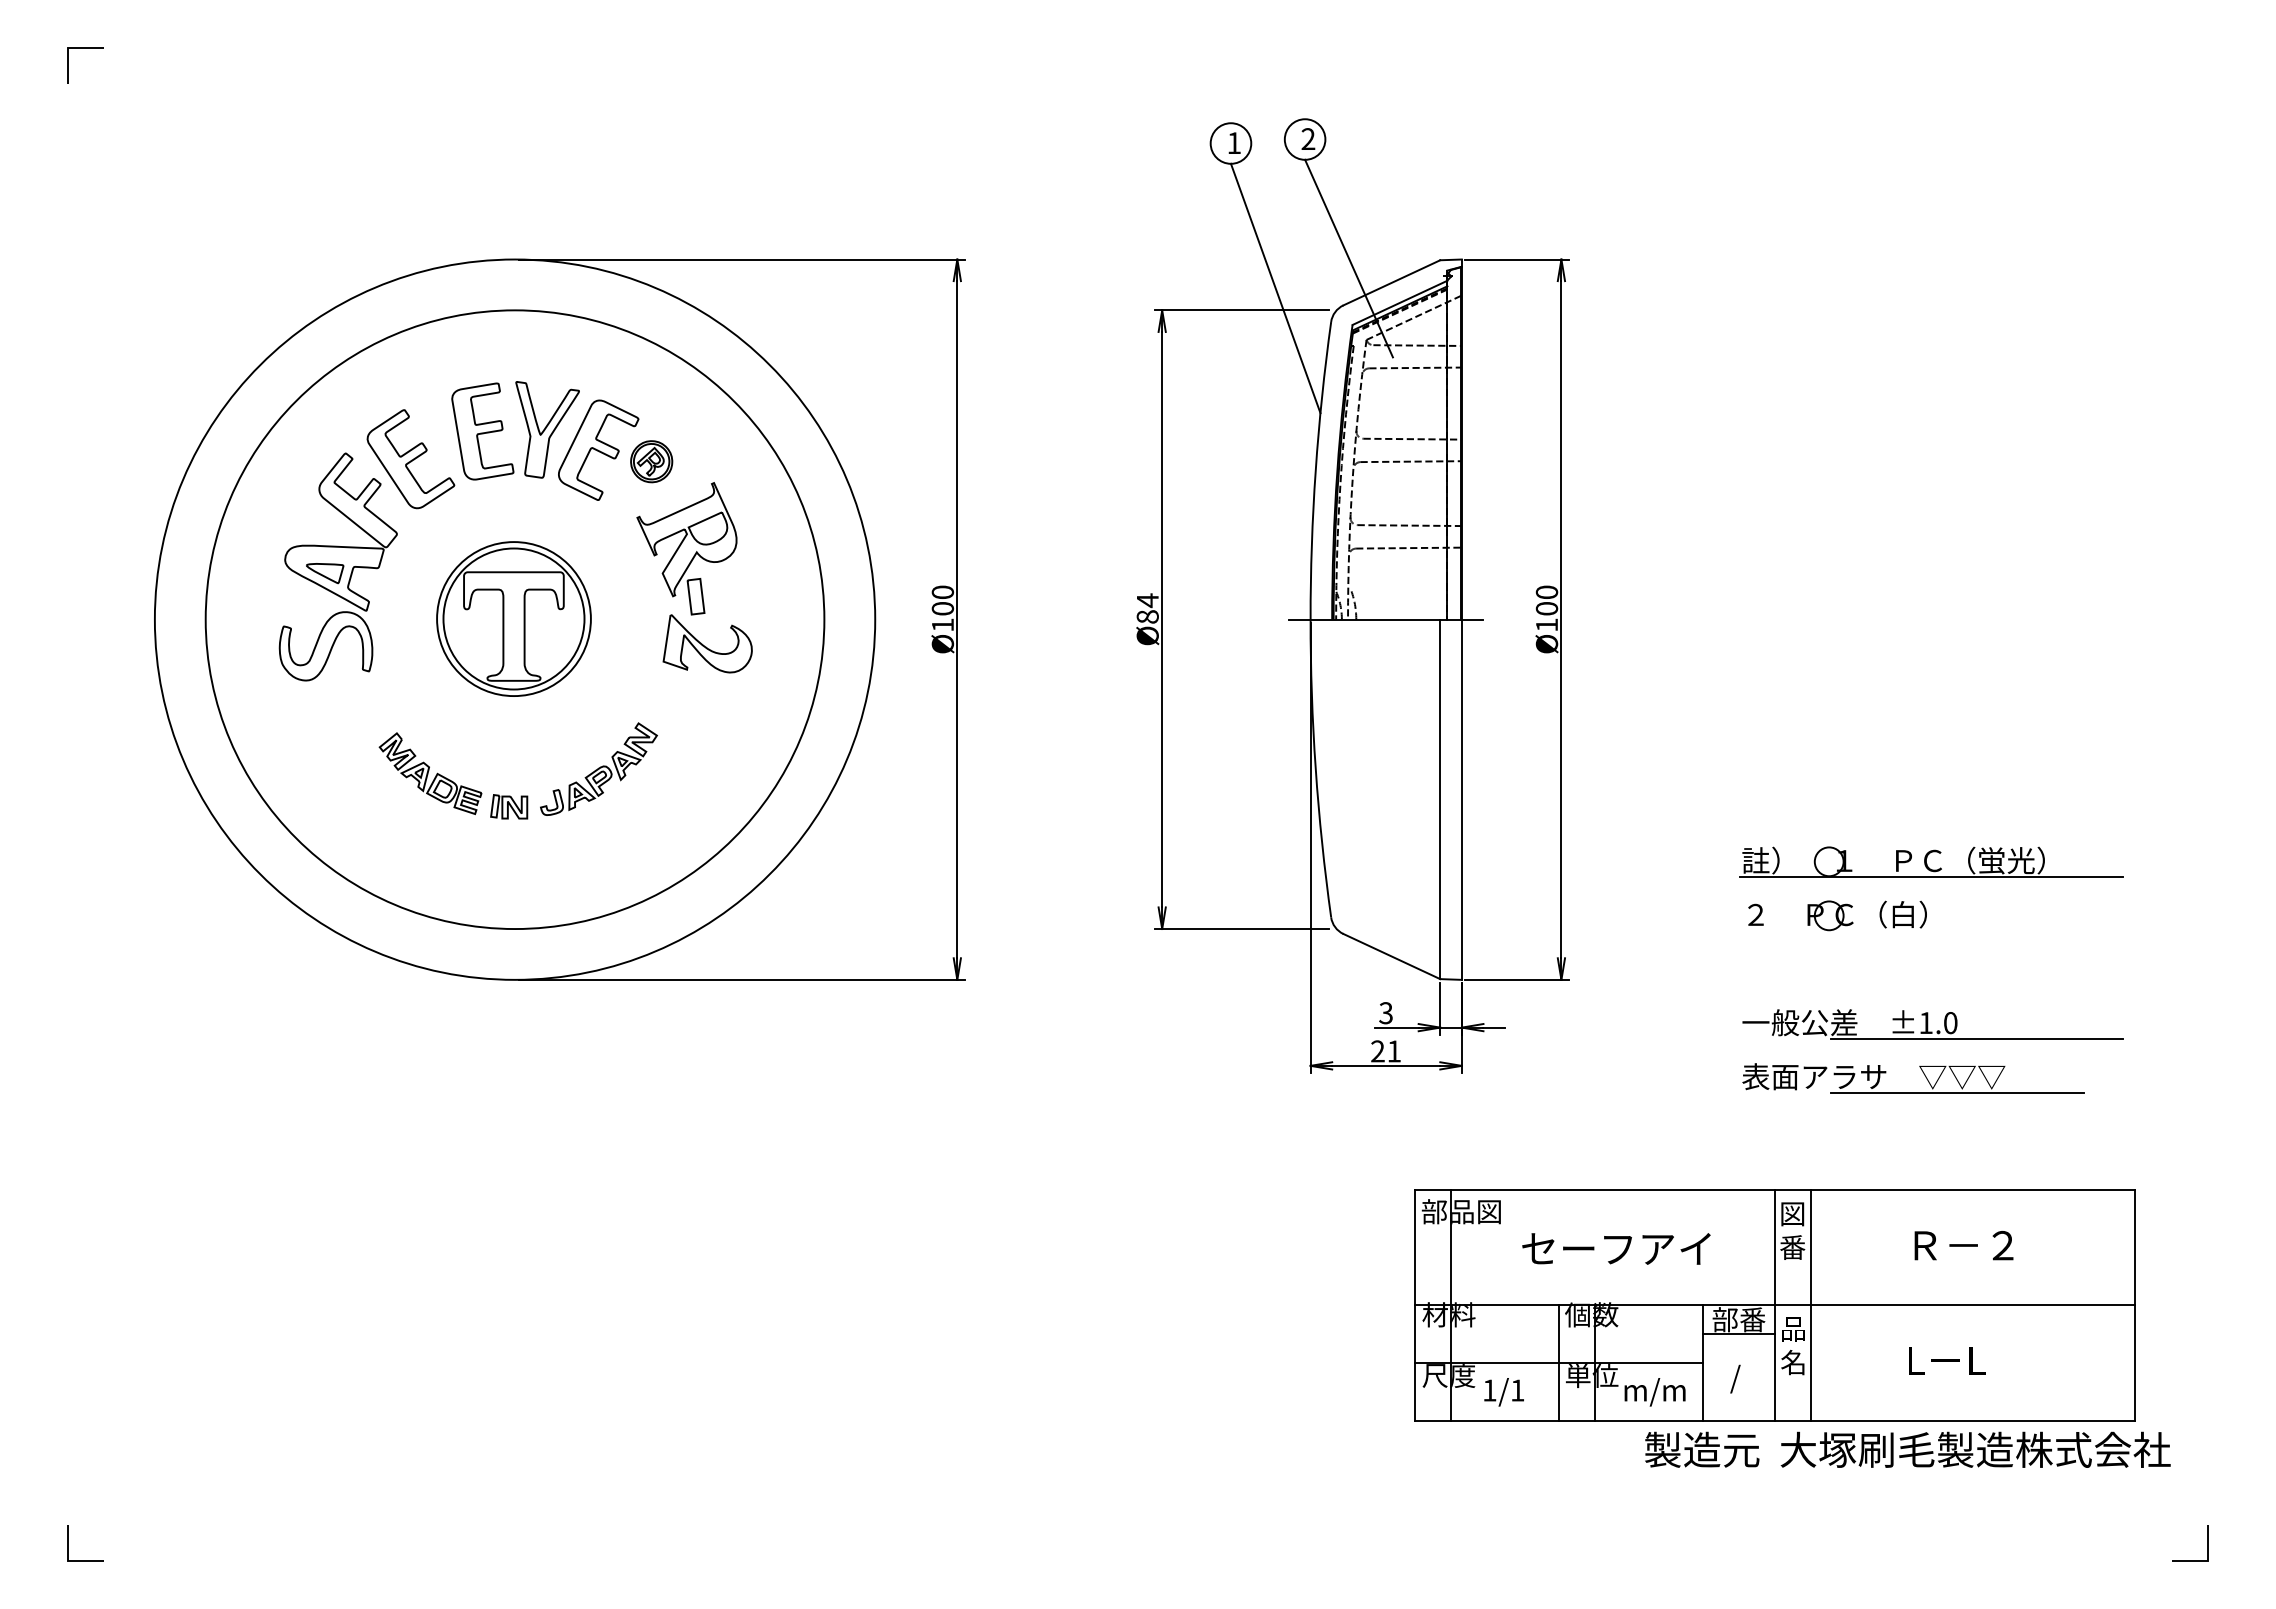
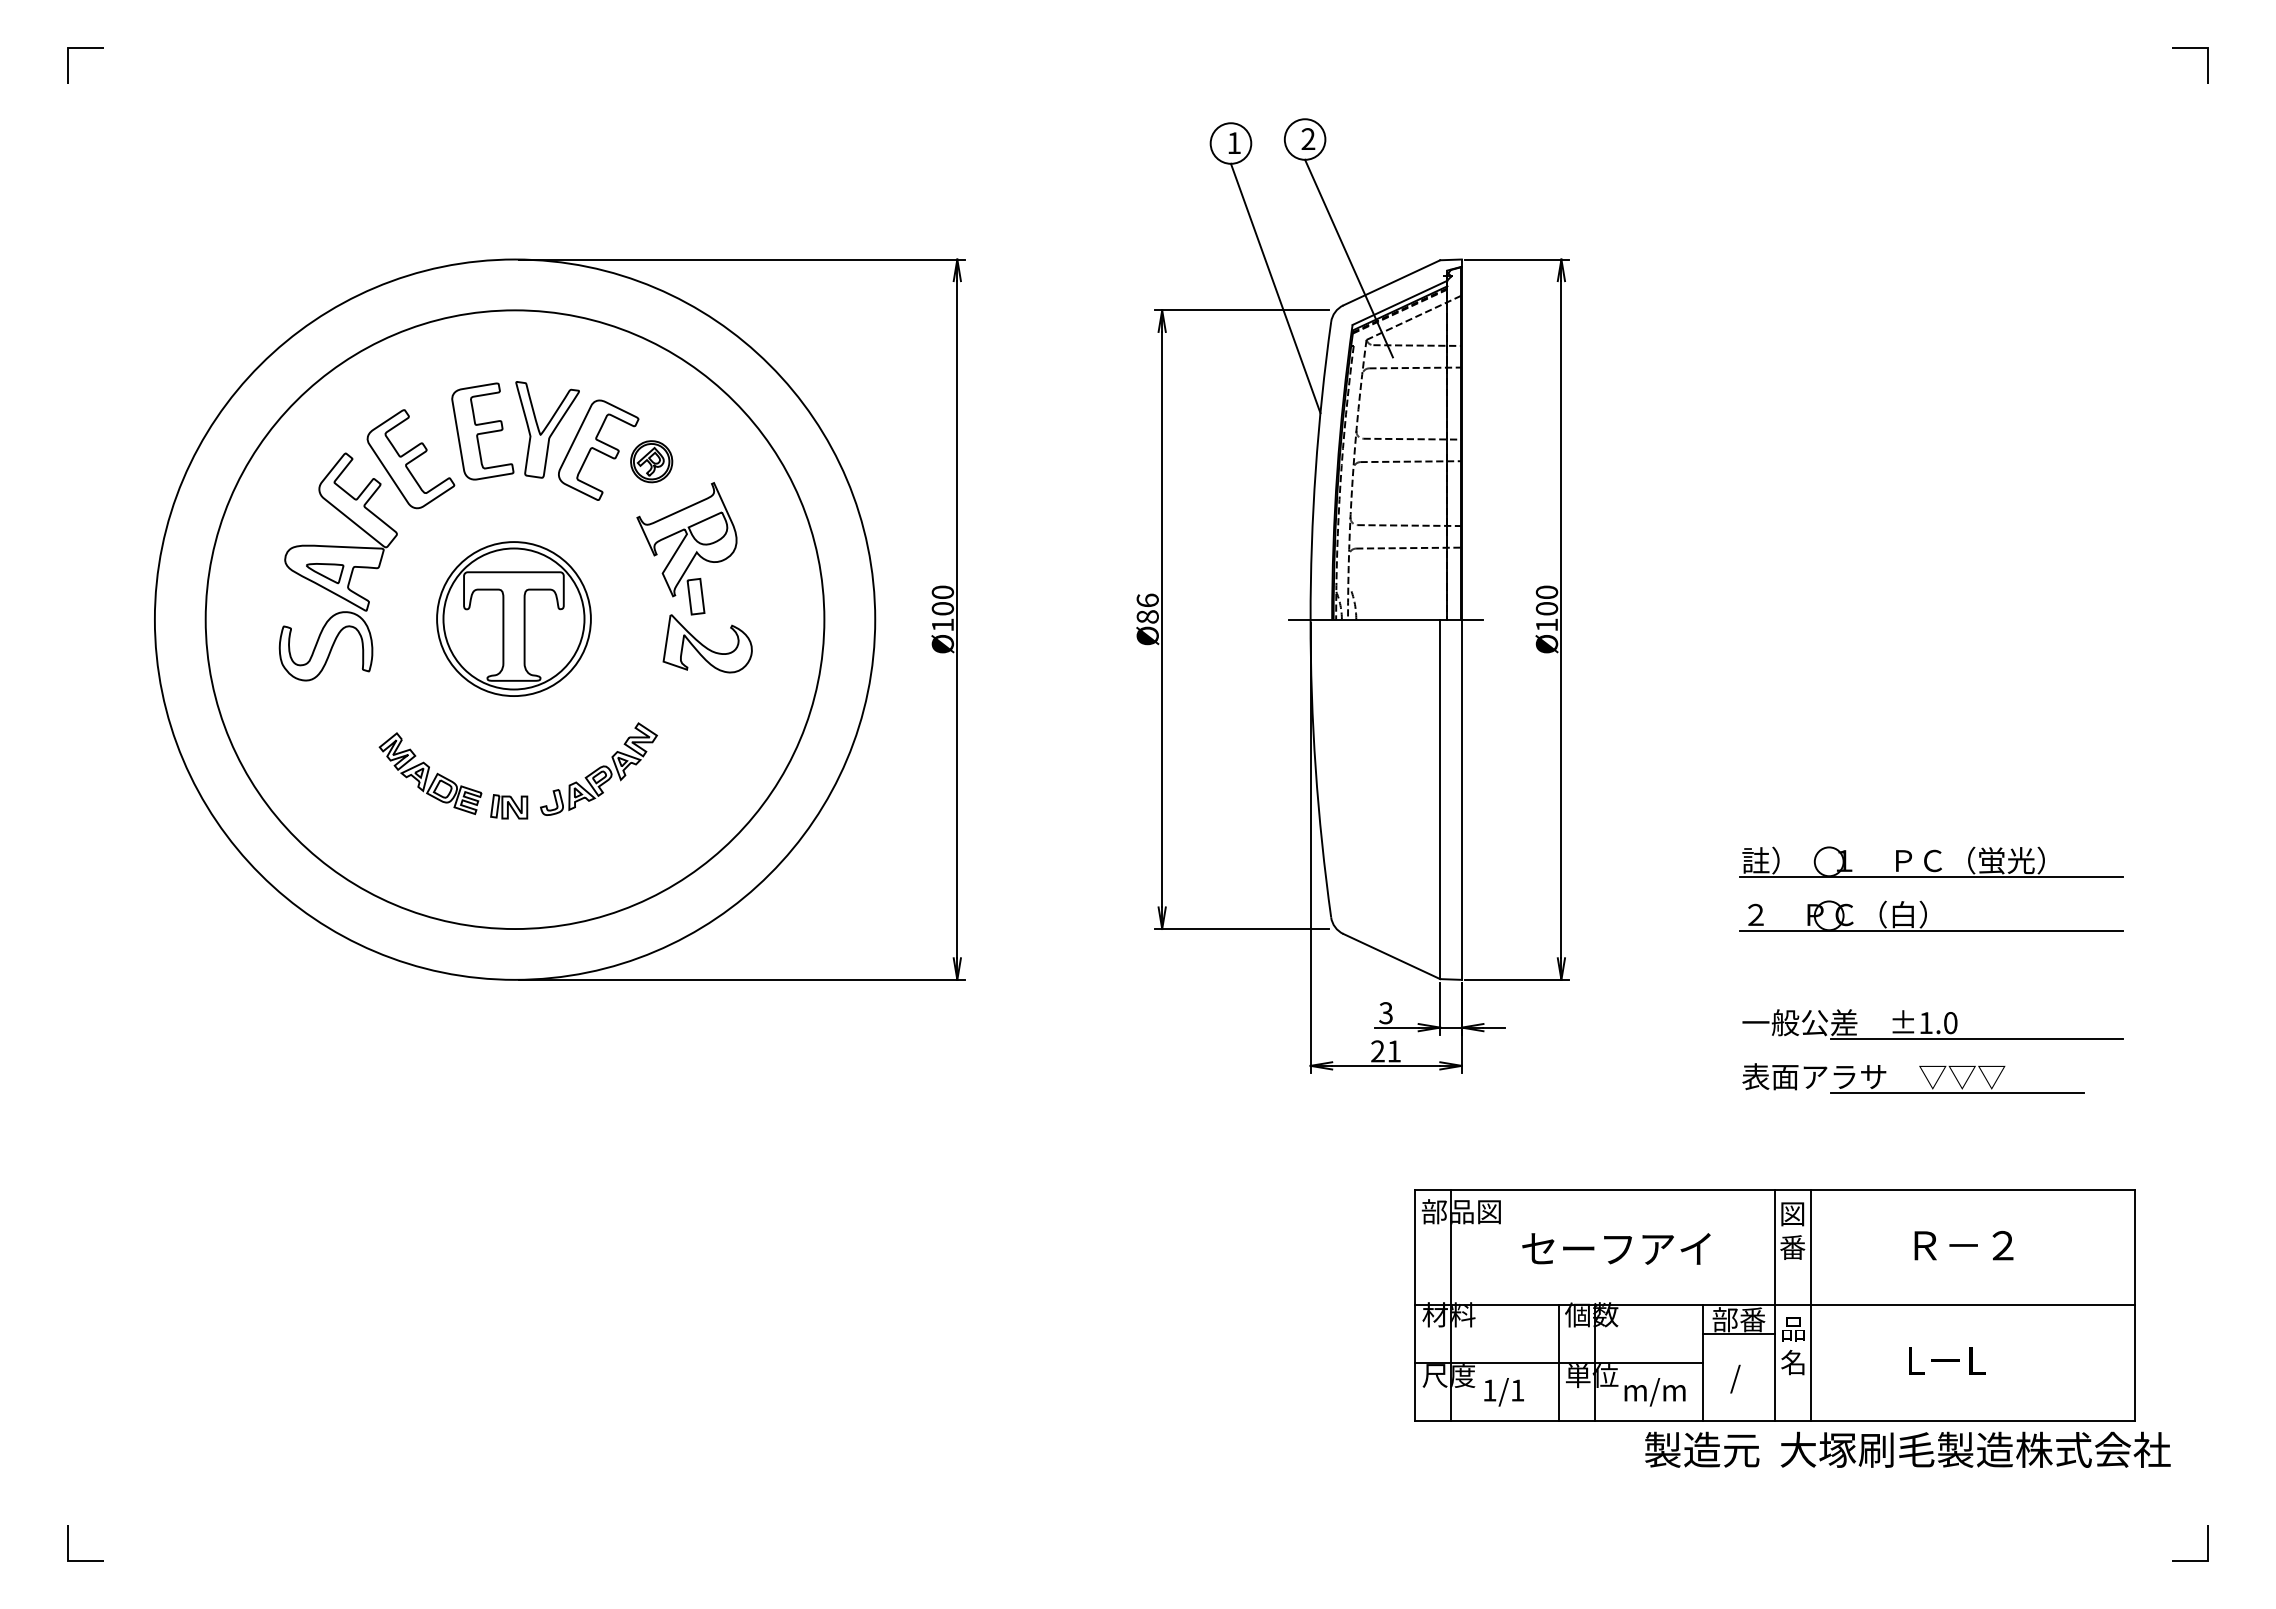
line at (2190, 48): none -> present
text at (1147, 600): Ø84 -> Ø86
line at (1930, 930): none -> present
